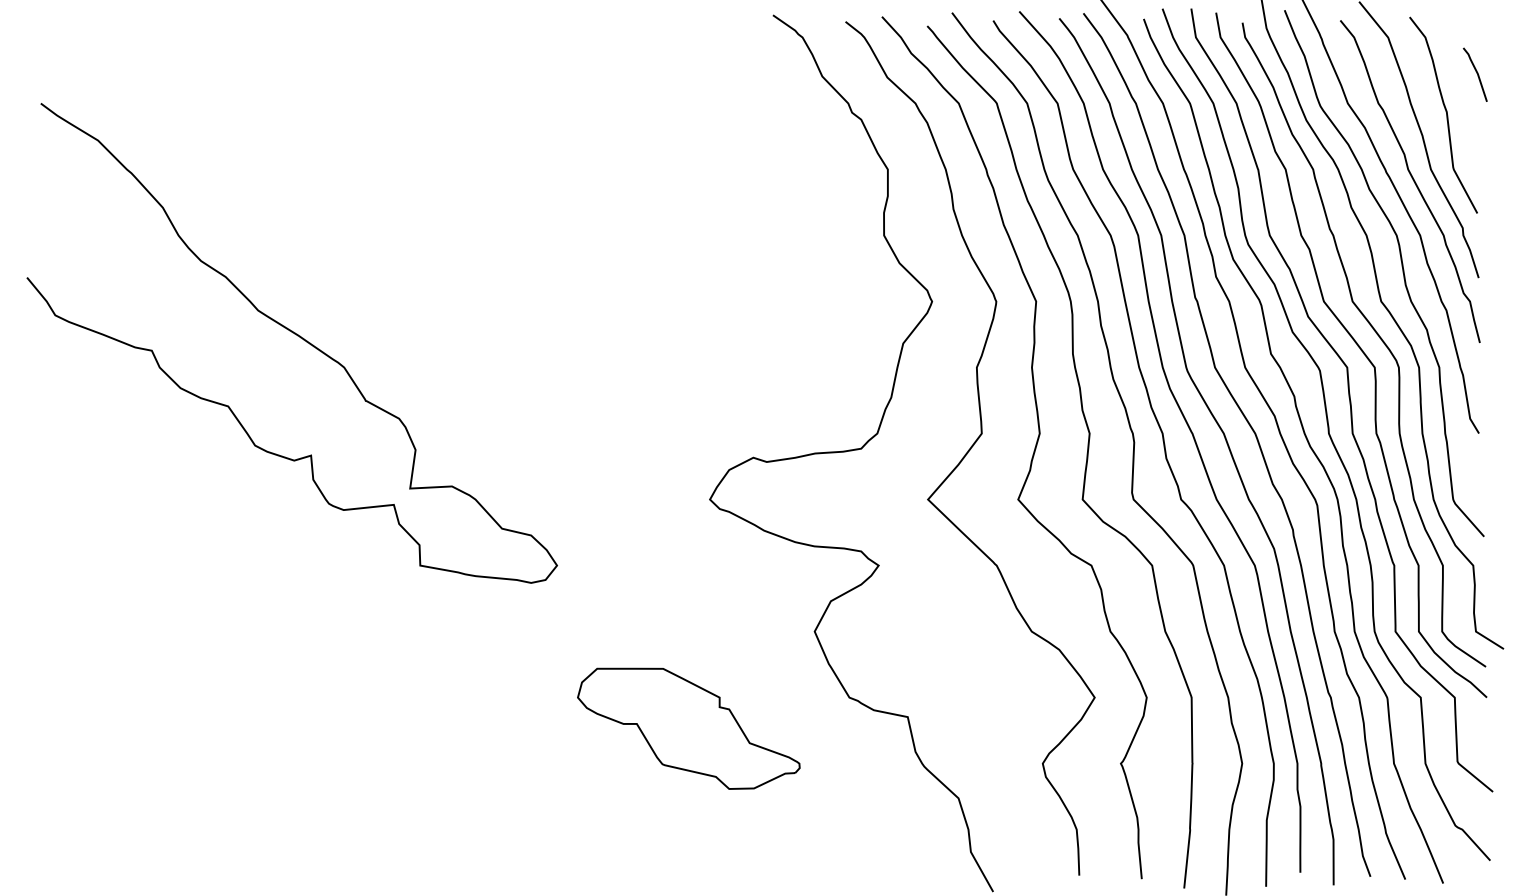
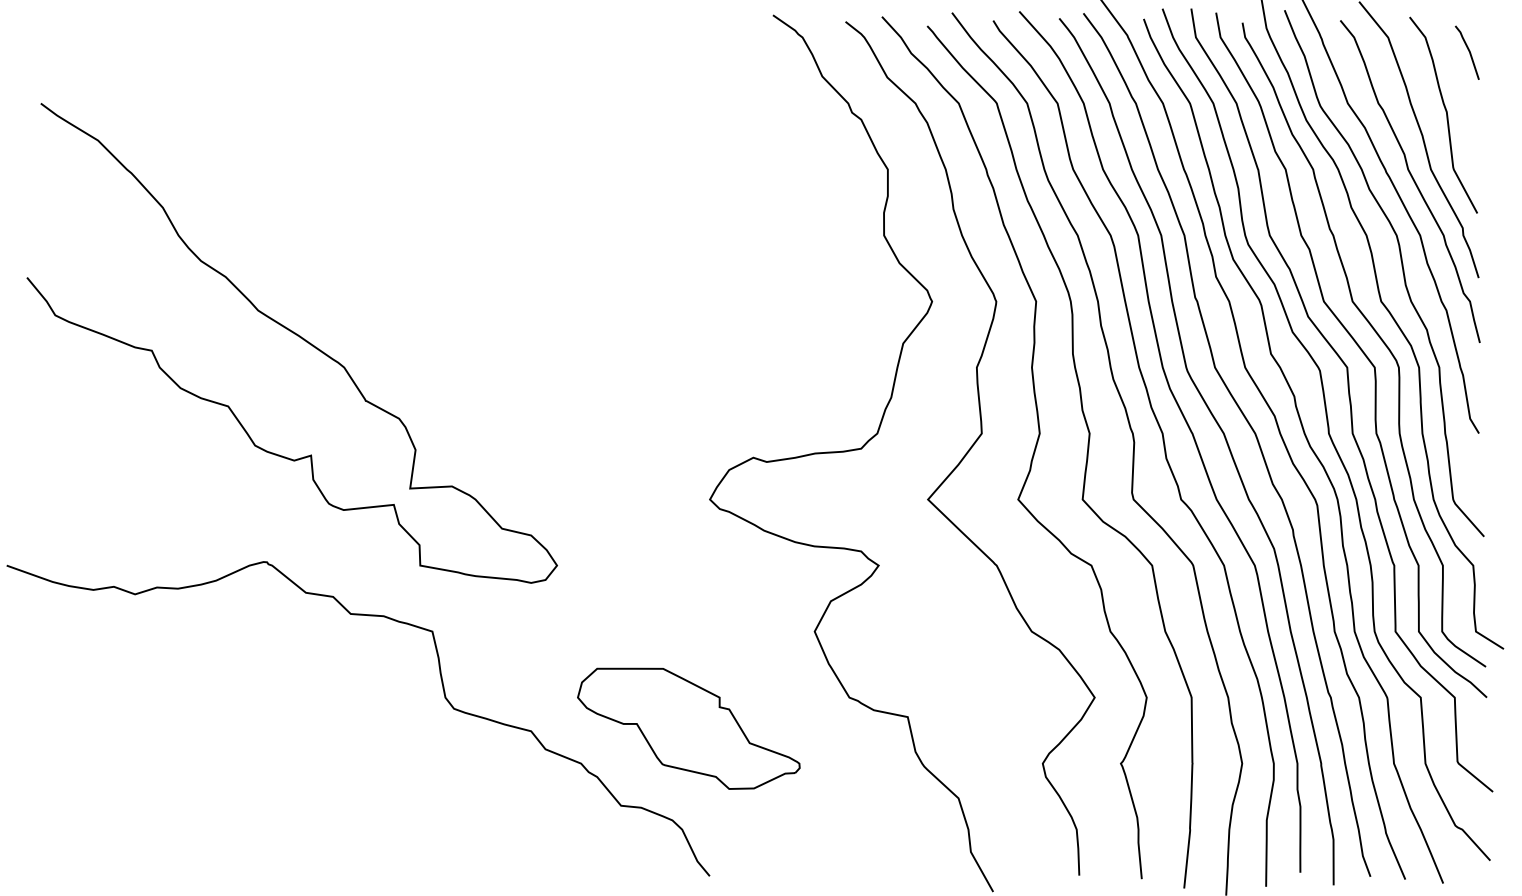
line at (1476, 73) position: (1476, 73) -> (1468, 51)
curve at (444, 698): none -> present
